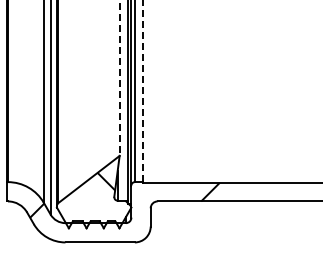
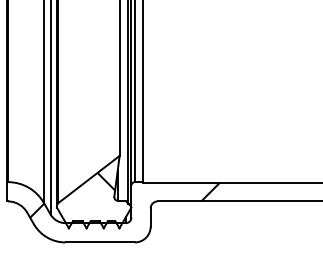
line at (119, 77): dashed -> solid
line at (143, 91): dashed -> solid
